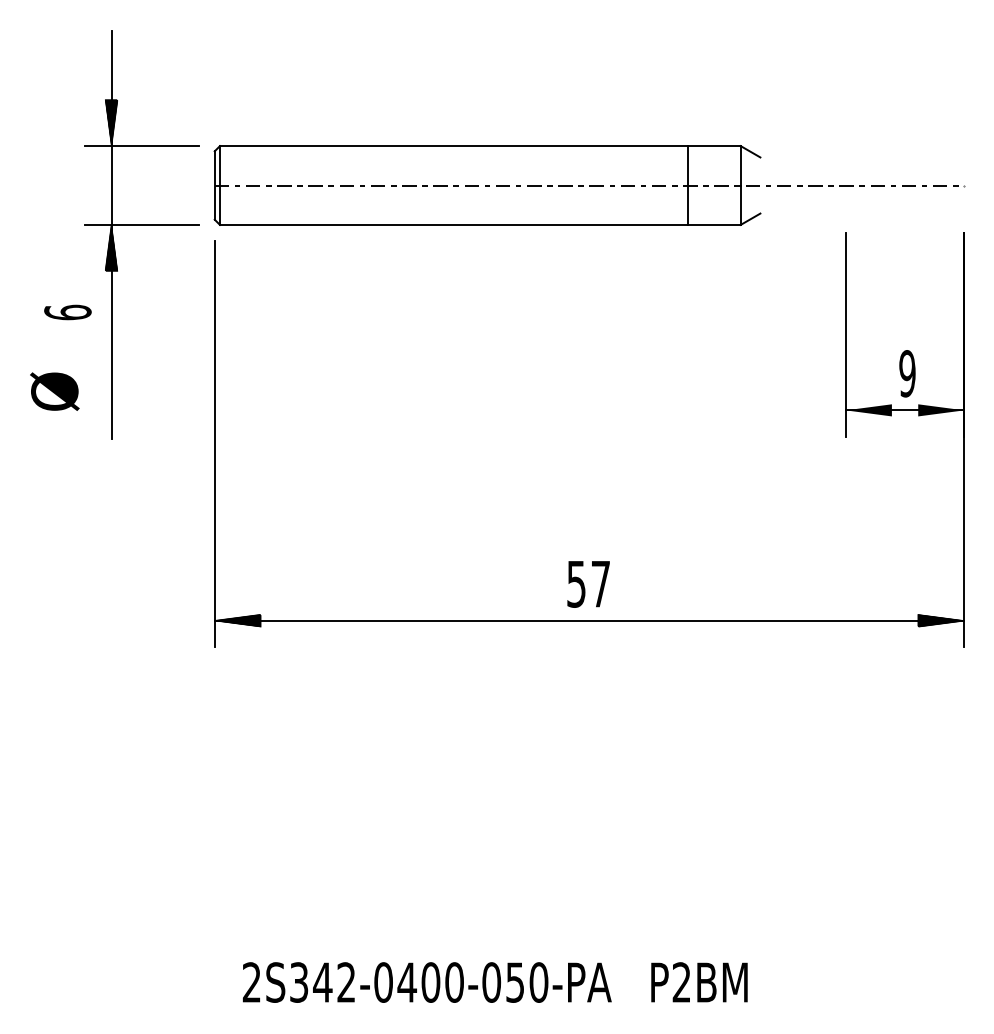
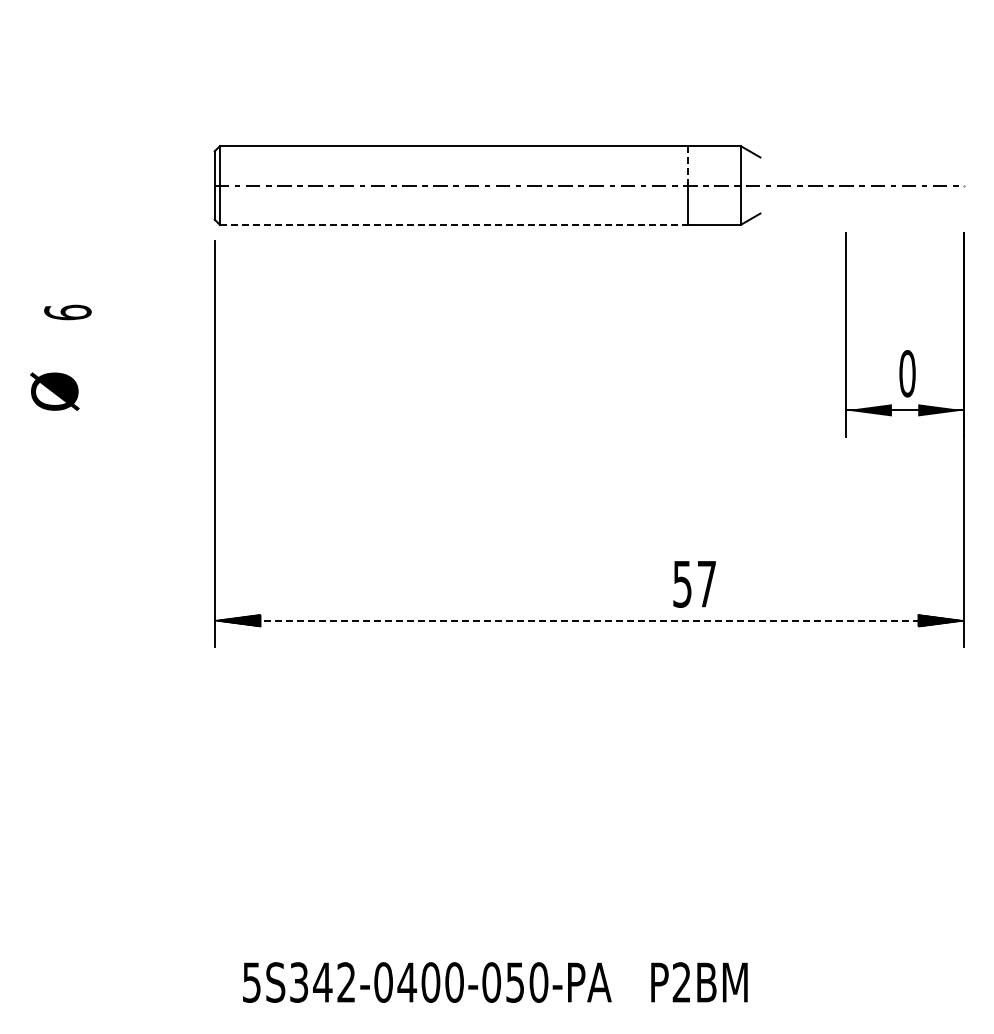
line at (688, 165): solid -> dashed
line at (454, 224): solid -> dashed
part at (141, 225): present -> none
text at (907, 373): 9 -> 0
text at (588, 584) position: (588, 584) -> (694, 584)
line at (589, 620): solid -> dashed
text at (251, 982): 2S342-0400-050-PA -> 5S342-0400-050-PA
